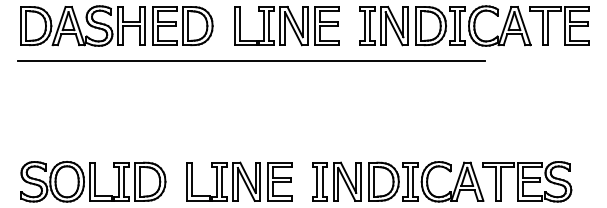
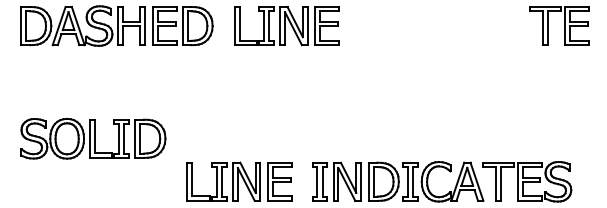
part at (445, 25): present -> none
line at (251, 61): present -> none
part at (93, 181) position: (93, 181) -> (93, 138)
